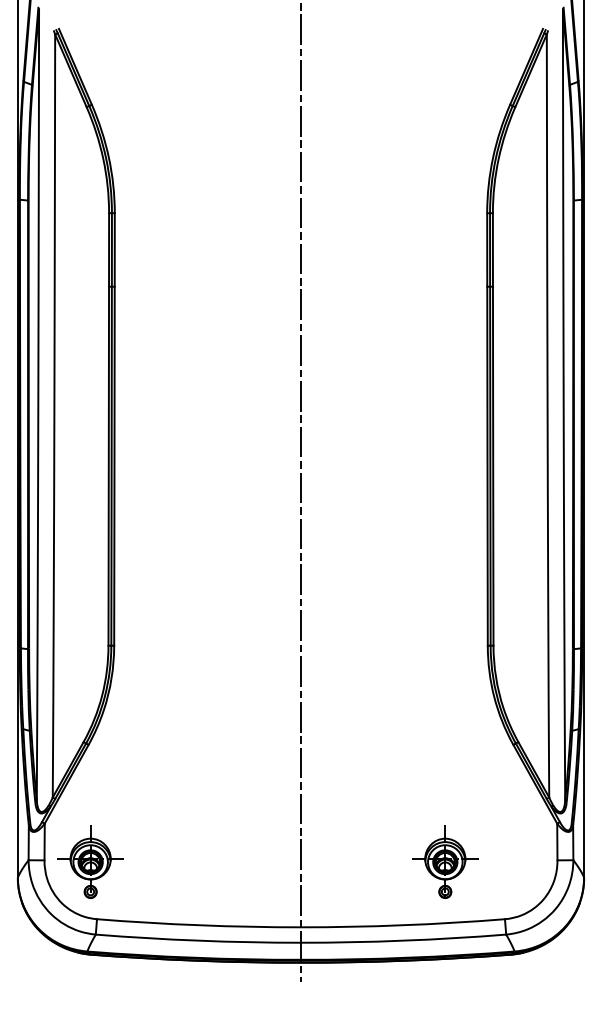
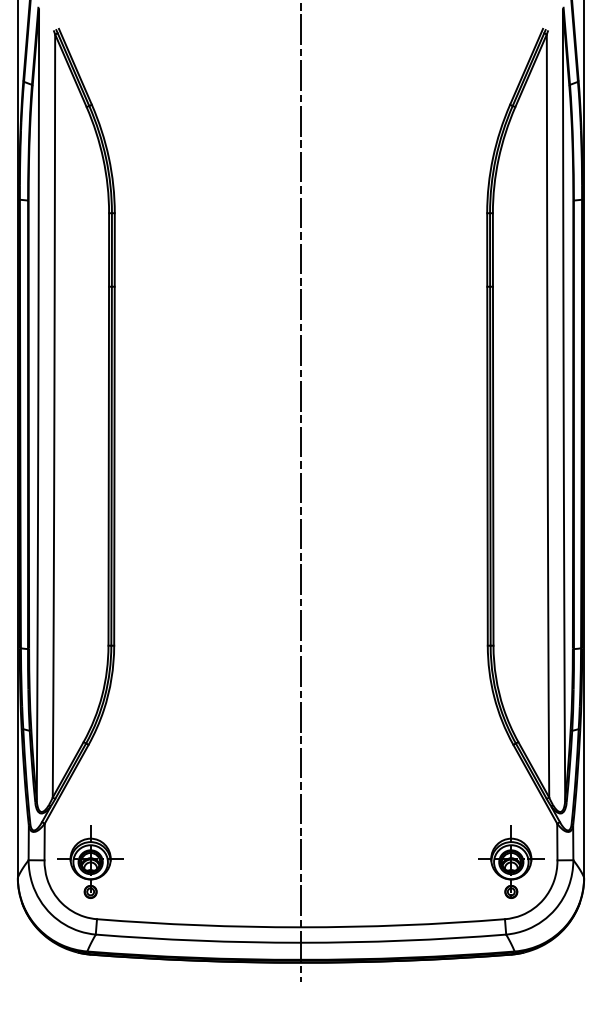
part at (445, 861) position: (445, 861) -> (511, 861)
